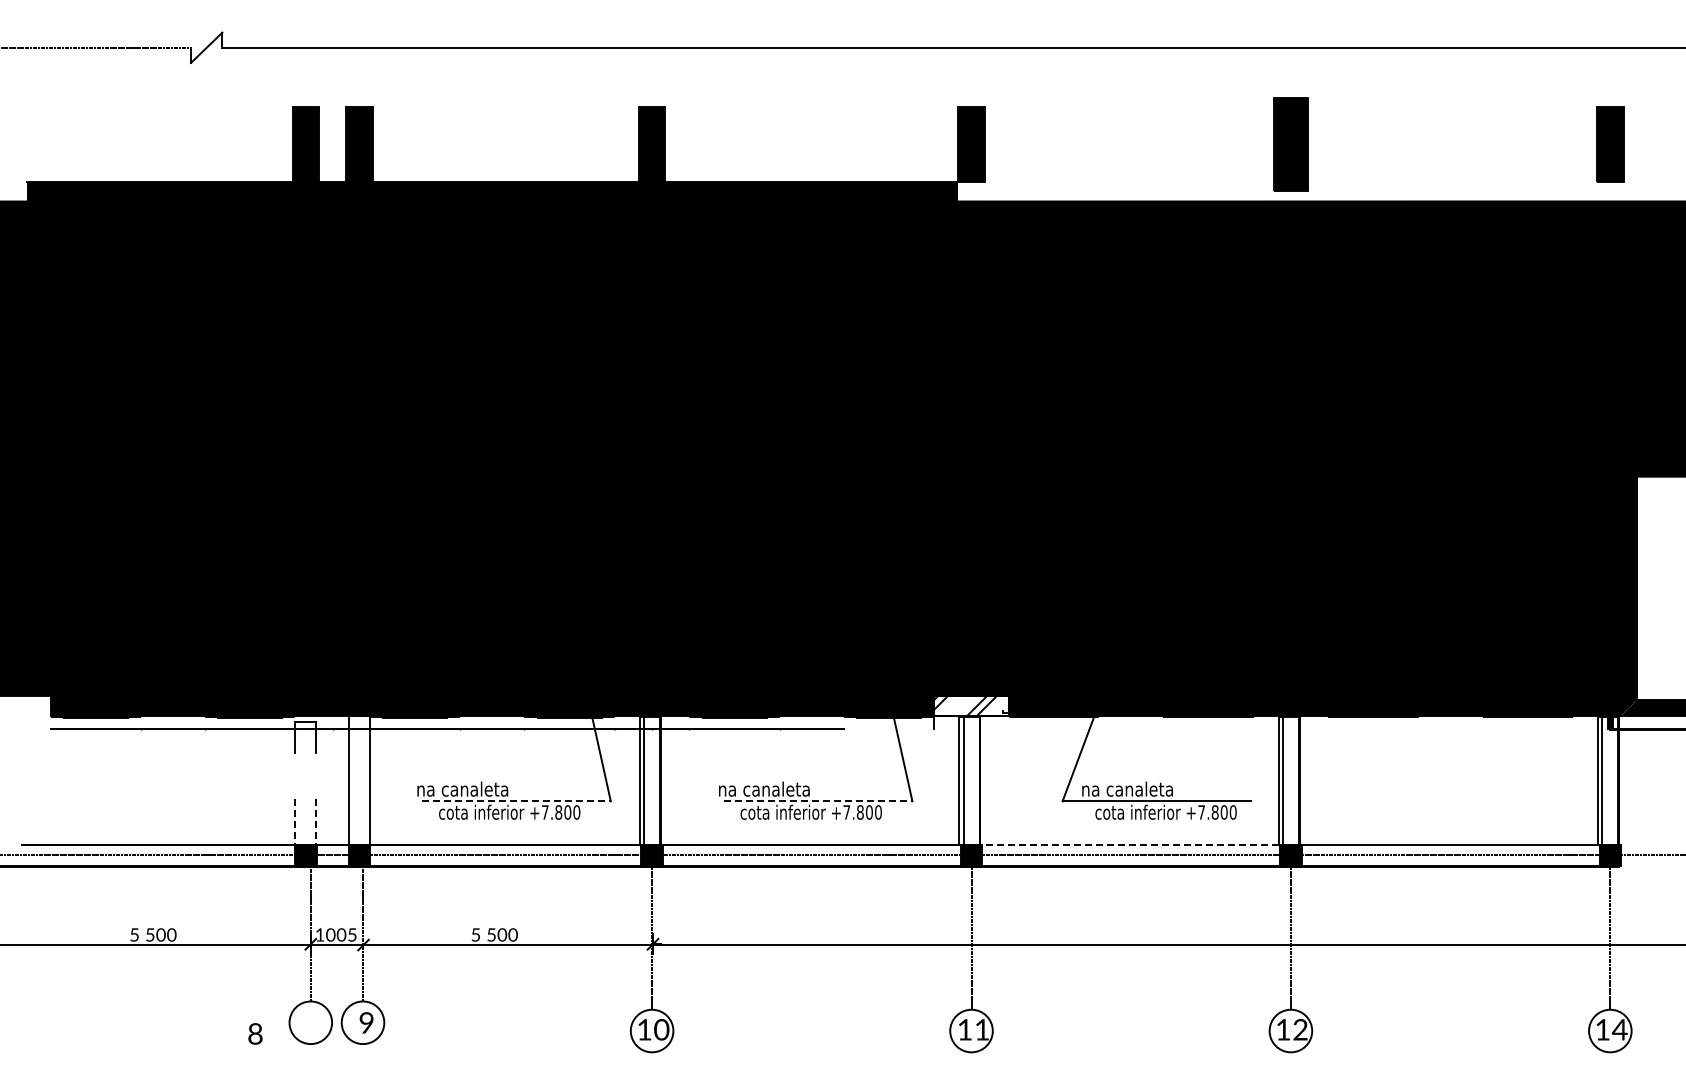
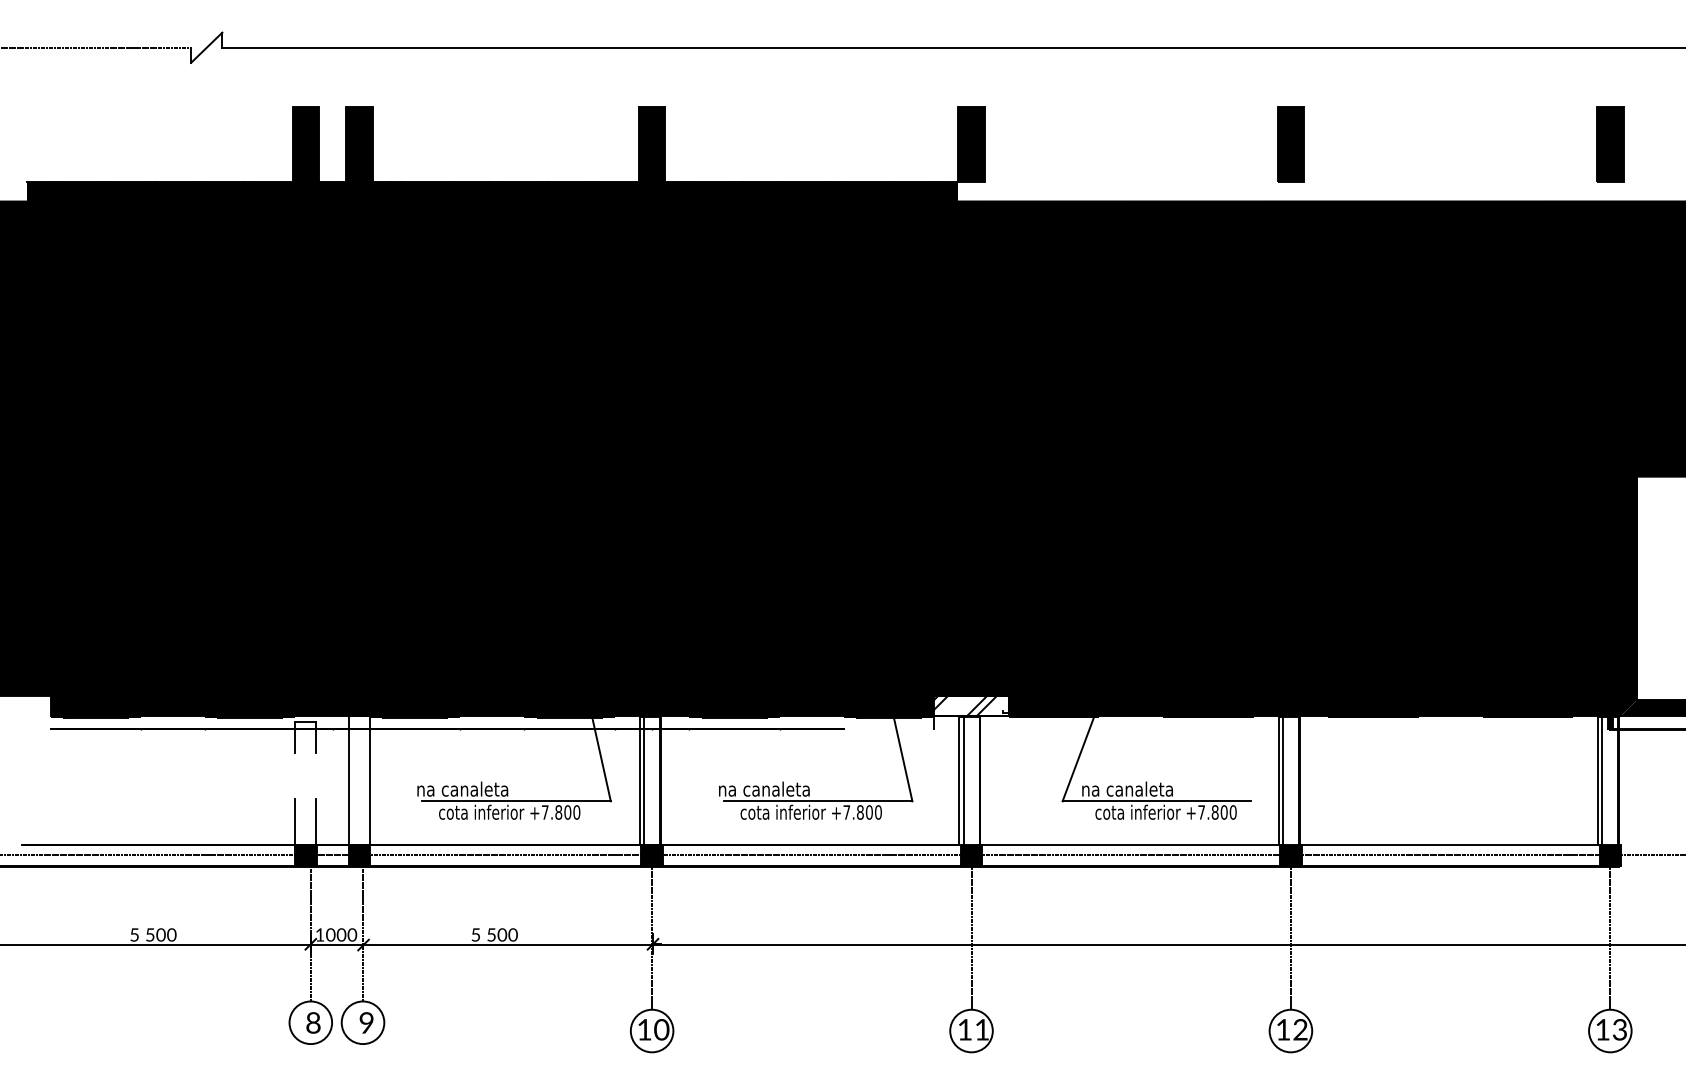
part at (1290, 144) size: 36x95 px -> 28x77 px
line at (517, 801): dashed -> solid
line at (818, 801): dashed -> solid
line at (294, 825): dashed -> solid
line at (315, 825): dashed -> solid
line at (1129, 845): dashed -> solid
text at (352, 934): 1005 -> 1000
text at (1619, 1029): 14 -> 13
text at (255, 1033) position: (255, 1033) -> (313, 1022)
